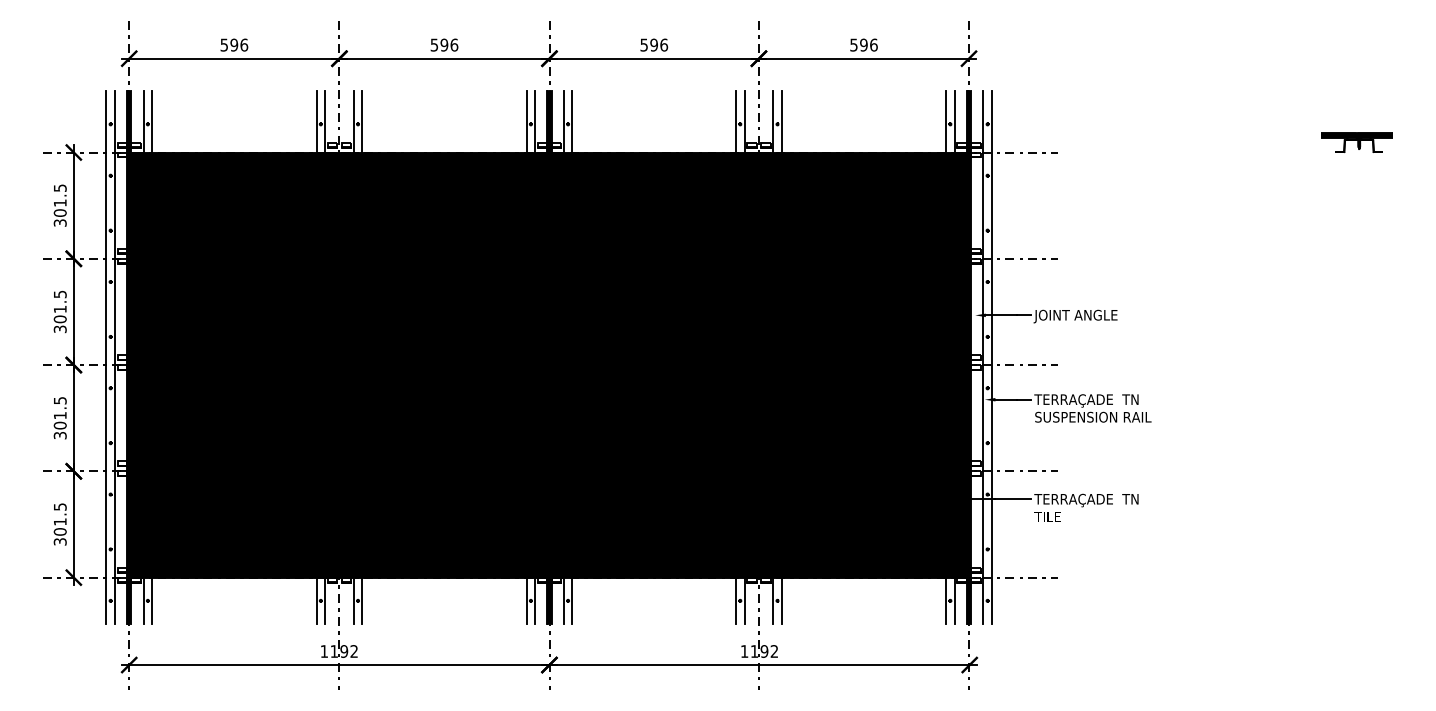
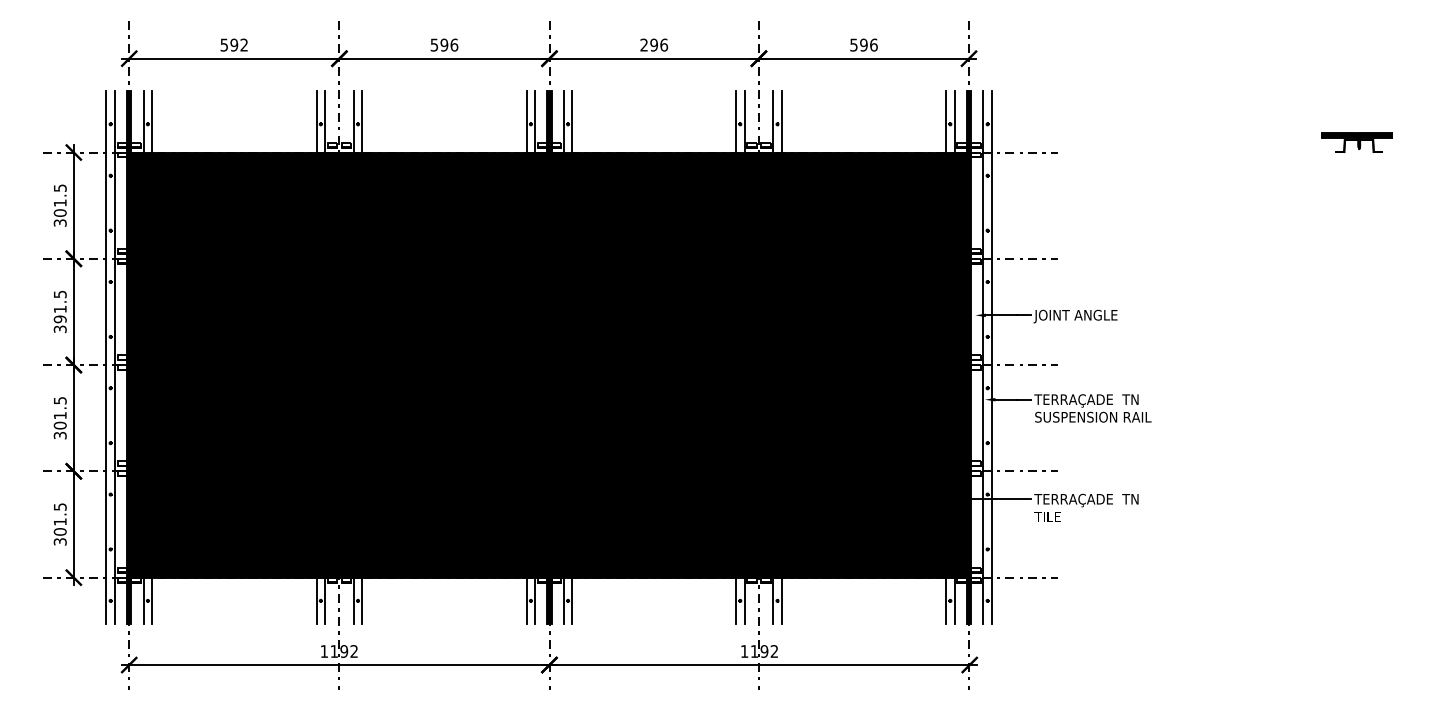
text at (244, 44): 596 -> 592
text at (643, 44): 596 -> 296
text at (60, 319): 301.5 -> 391.5
